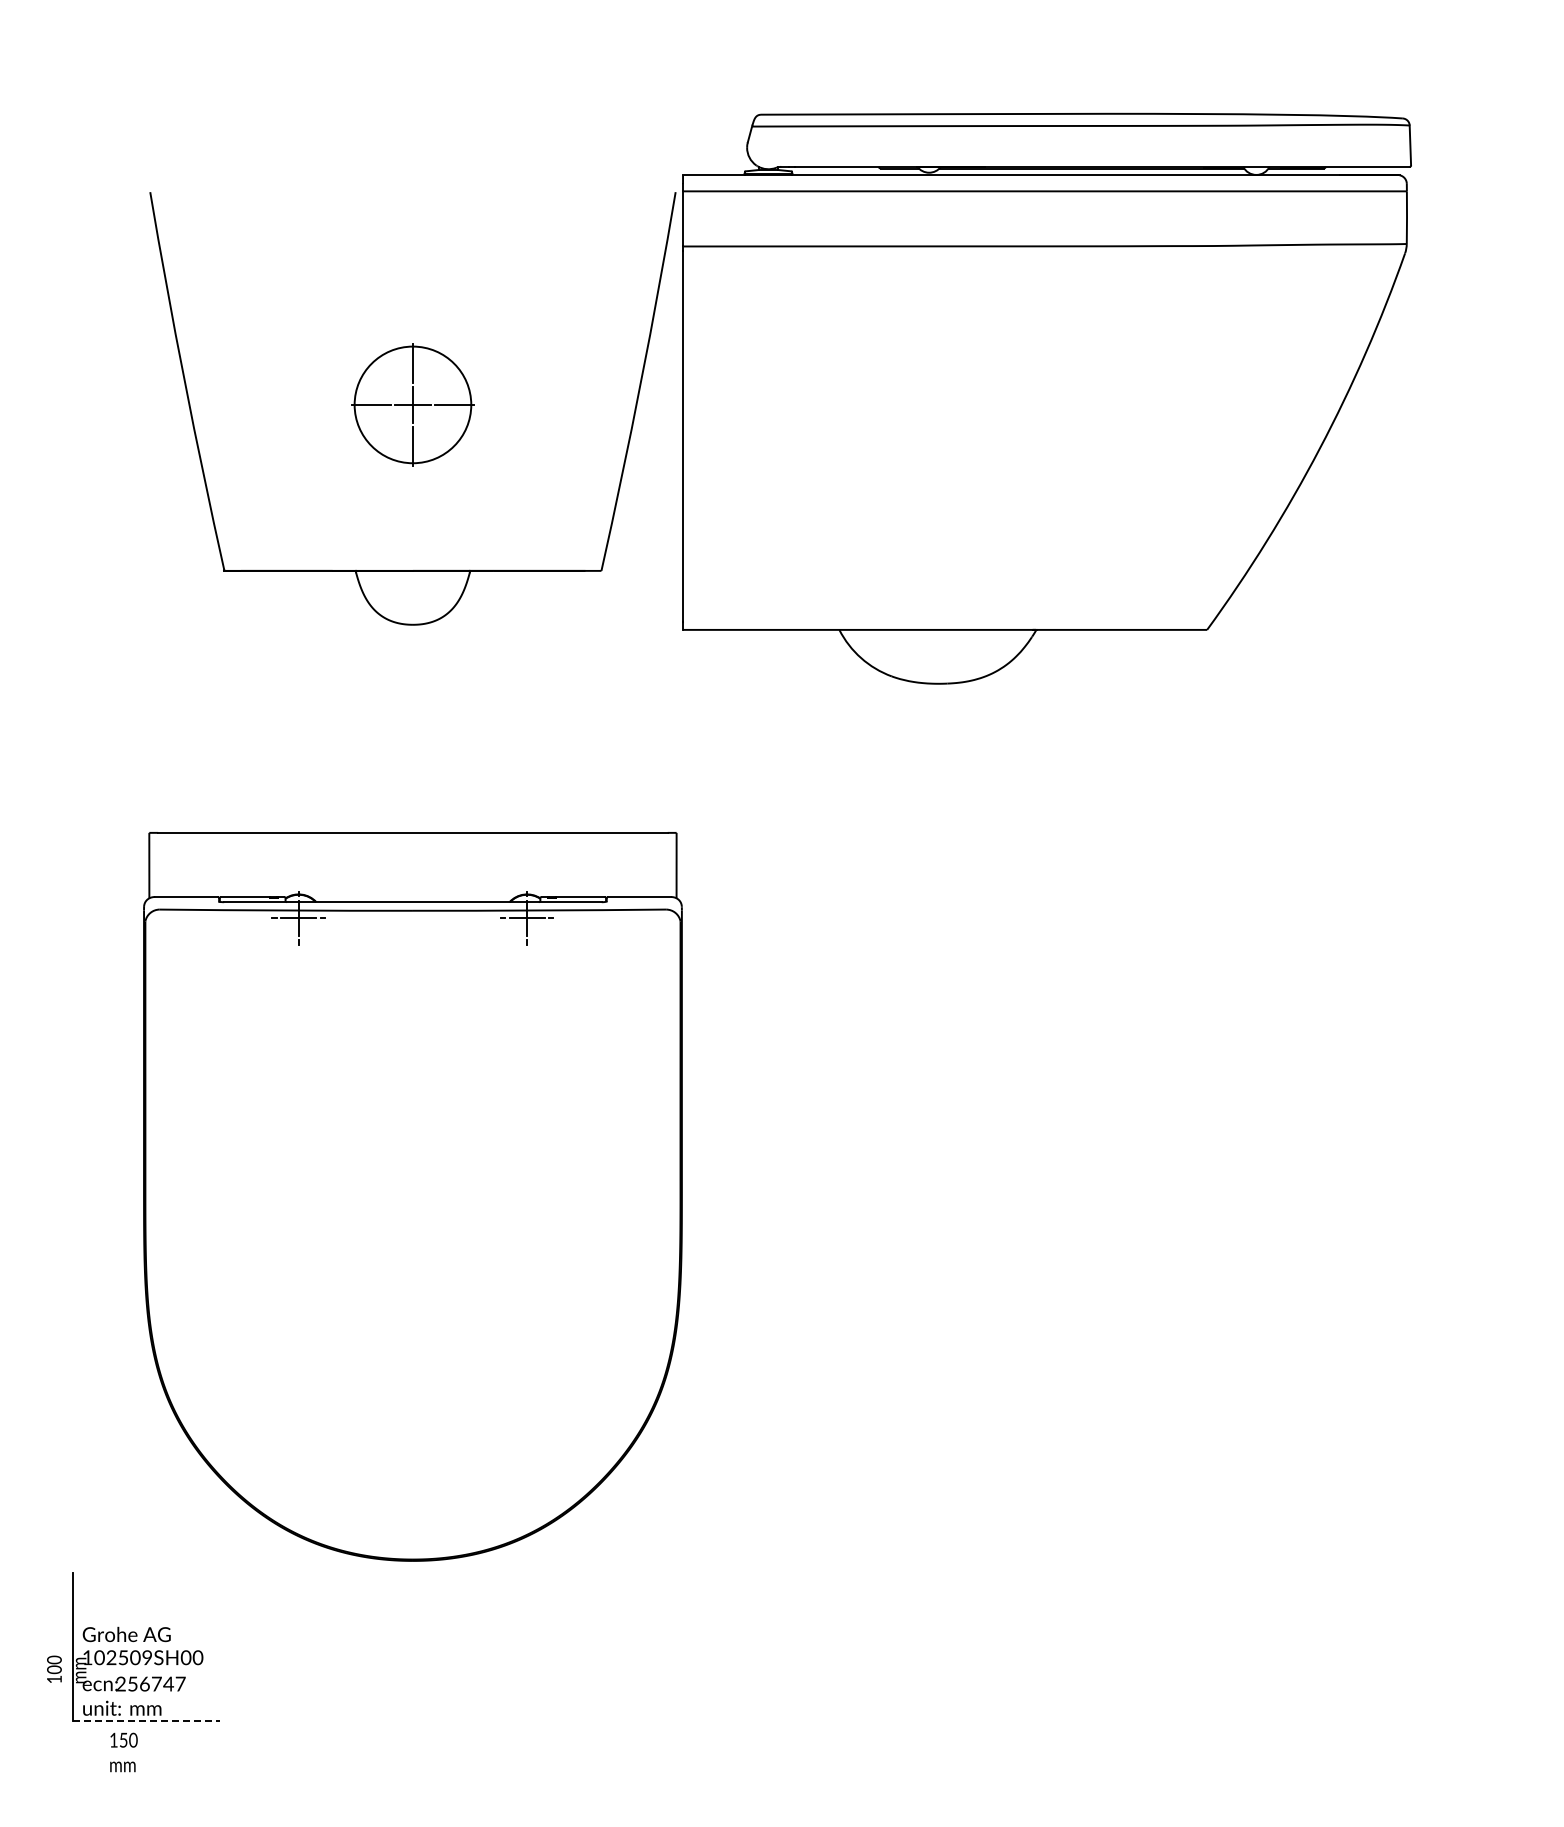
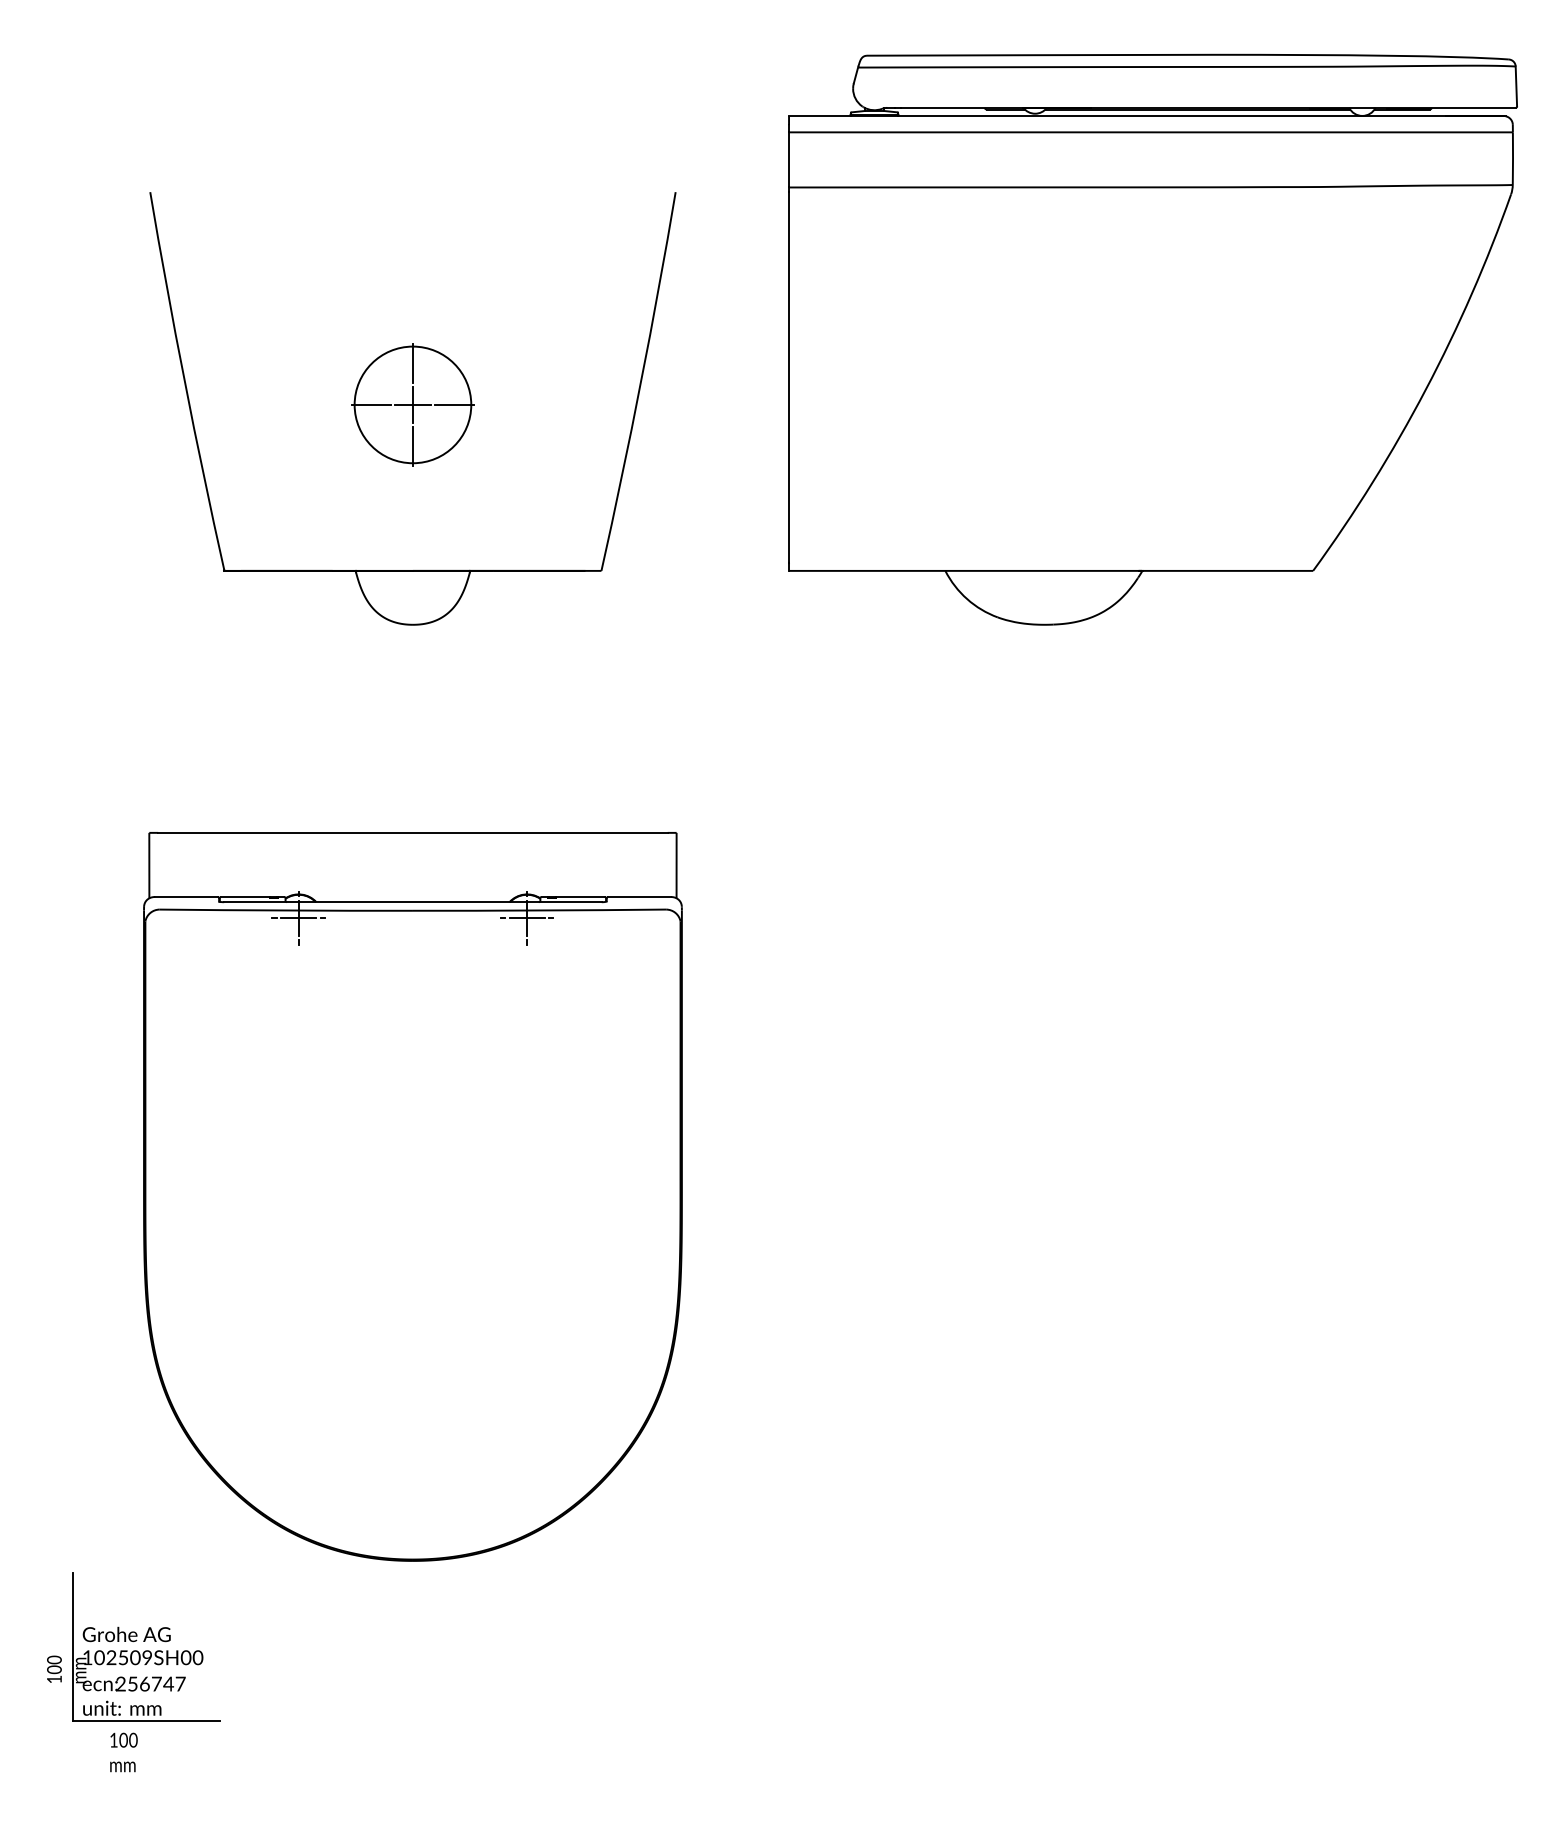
part at (1046, 398) position: (1046, 398) -> (1152, 339)
line at (146, 1720): dashed -> solid
text at (123, 1739): 150 -> 100
